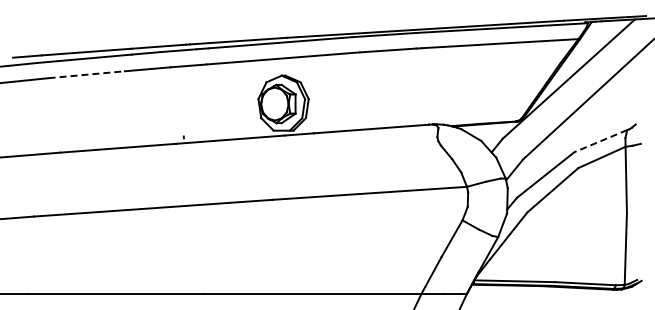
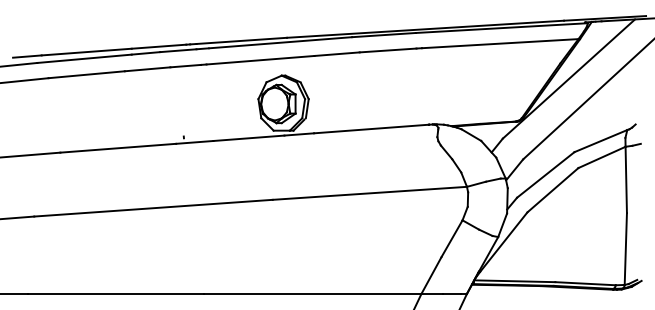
line at (87, 74): dashed -> solid
line at (600, 141): dashed -> solid
